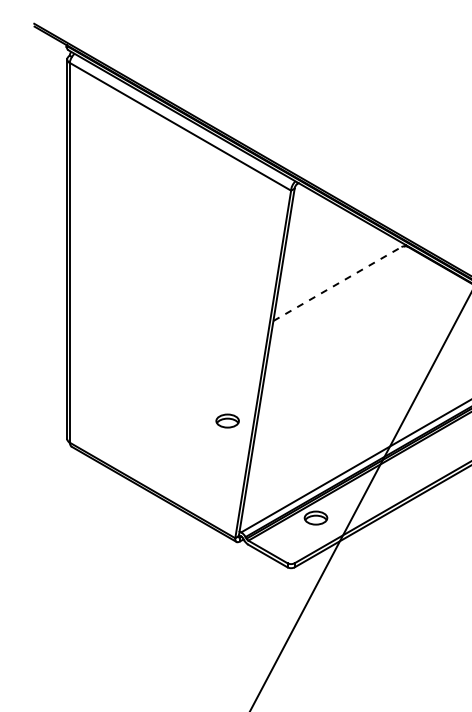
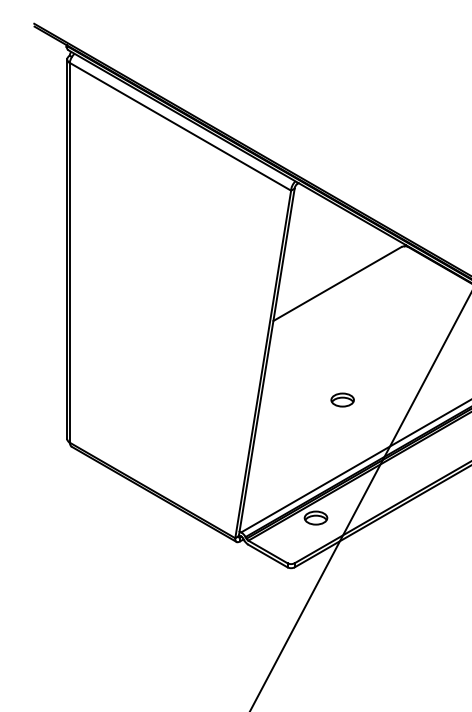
line at (337, 284): dashed -> solid
part at (227, 420) position: (227, 420) -> (342, 399)
